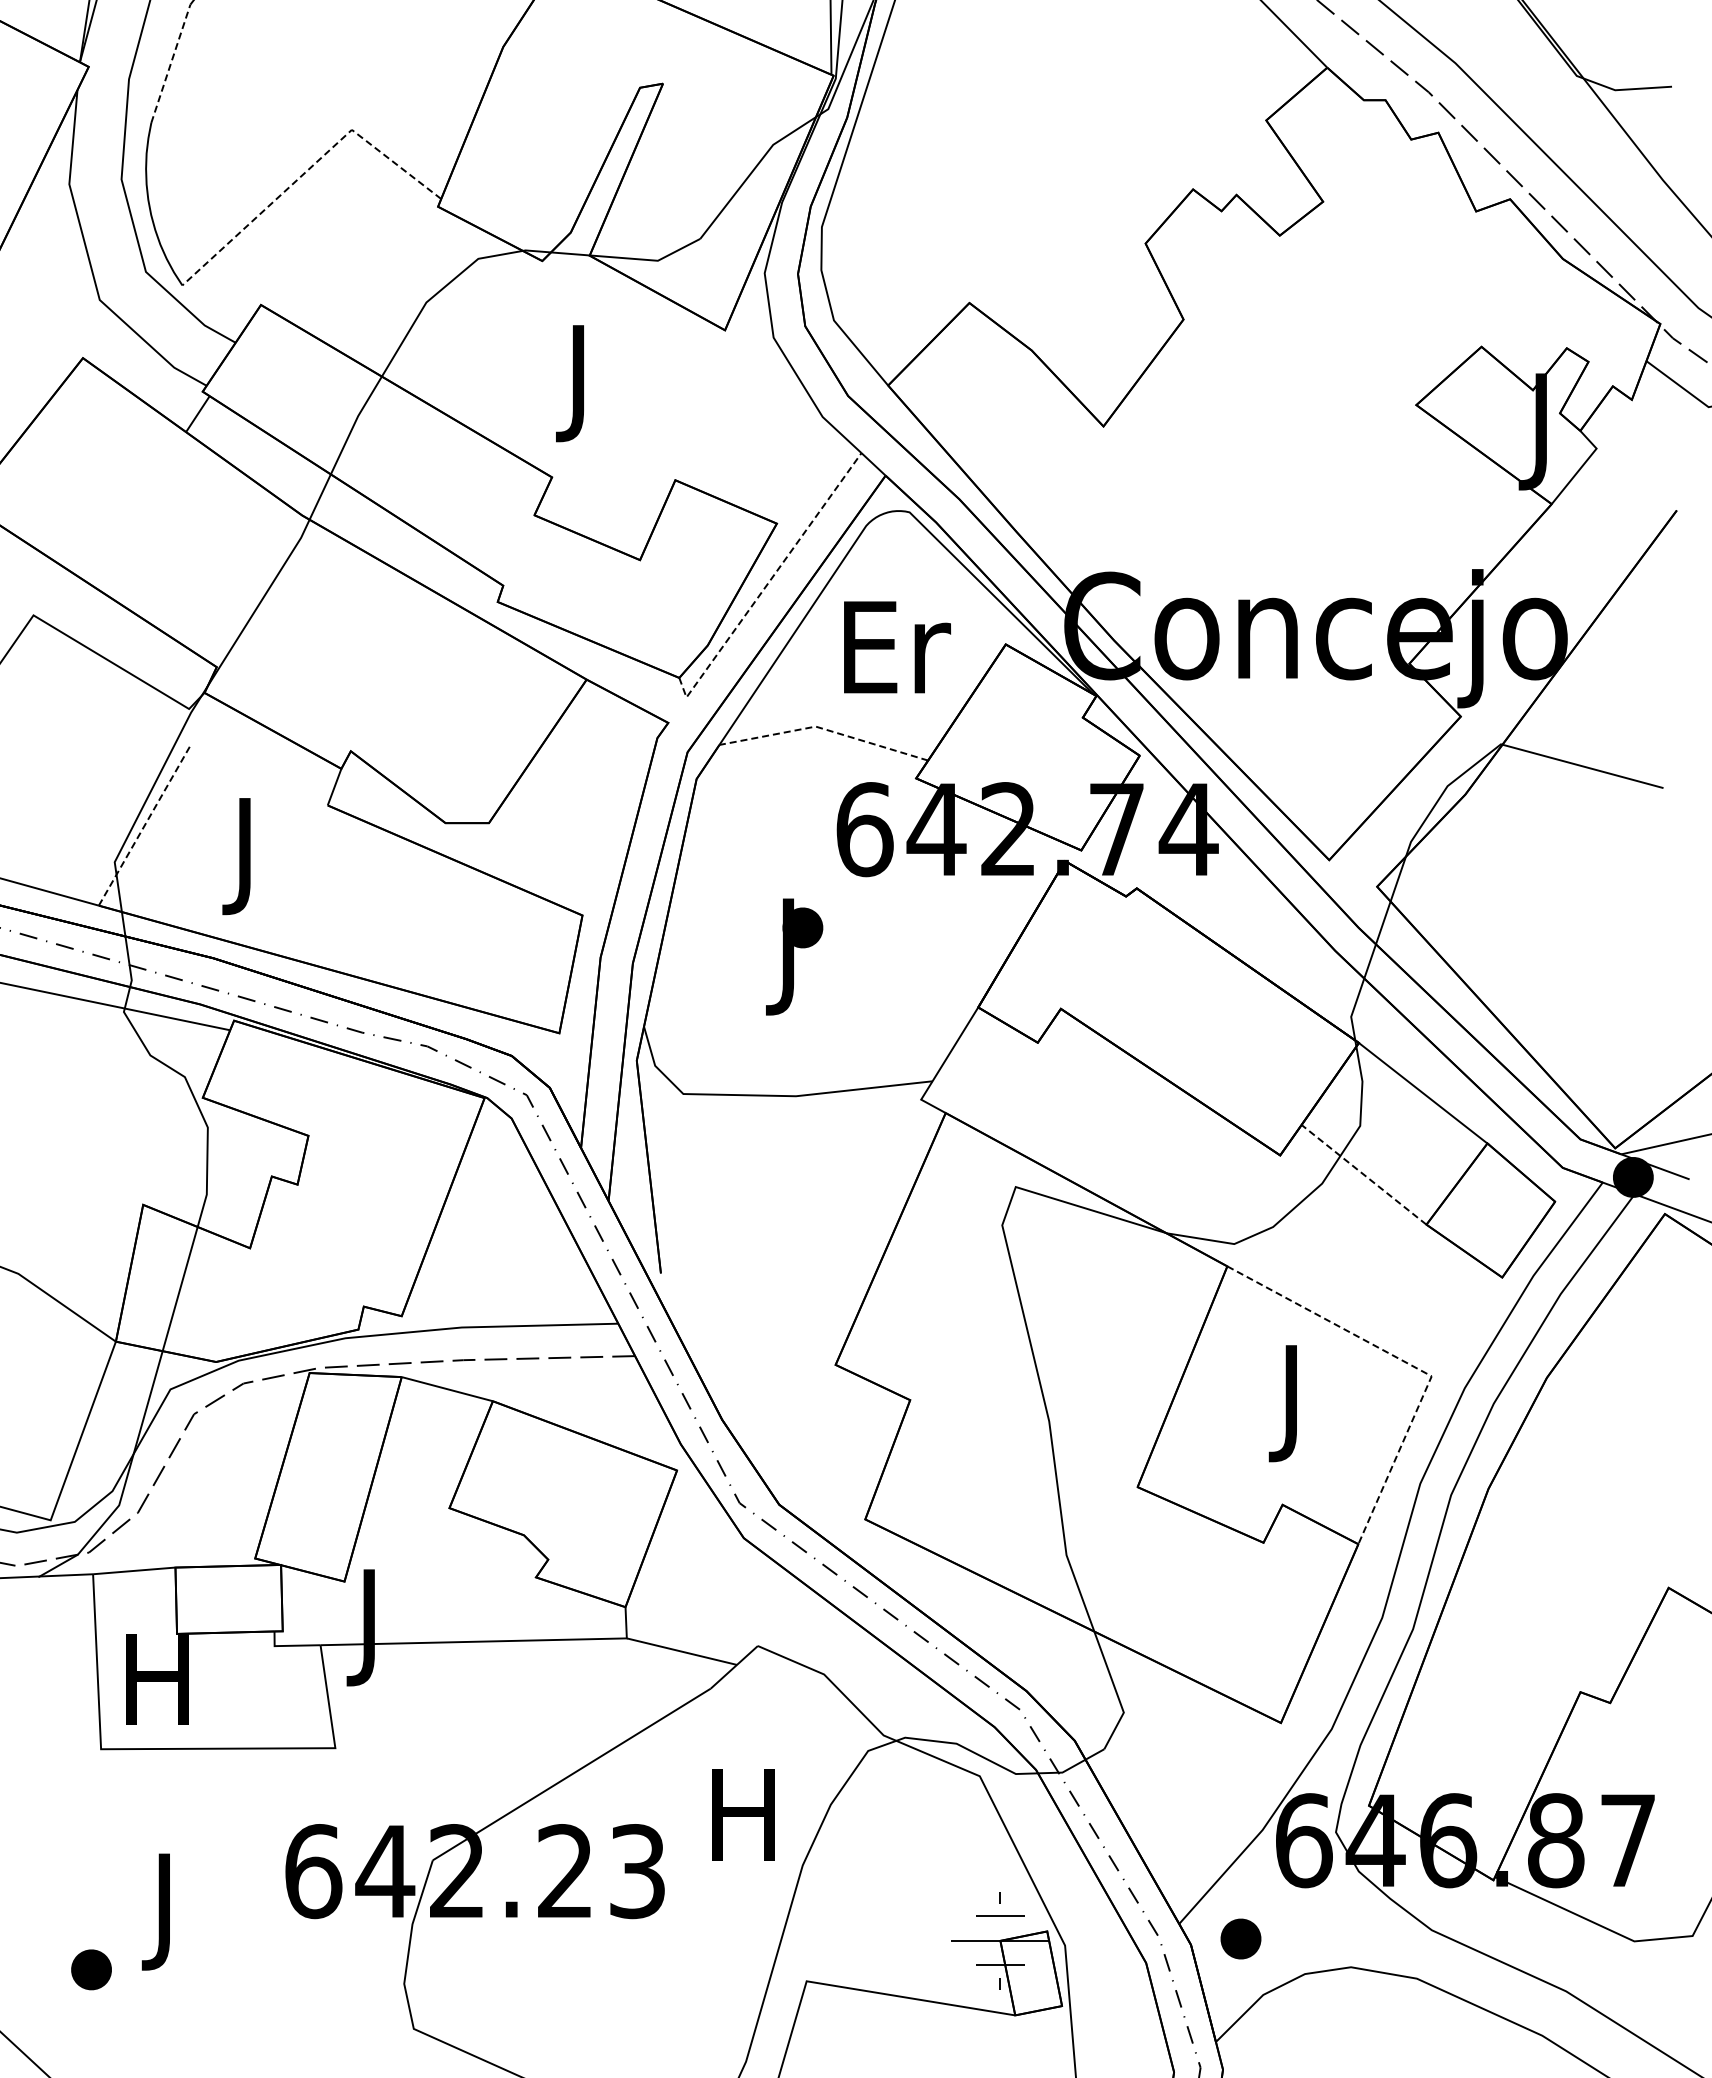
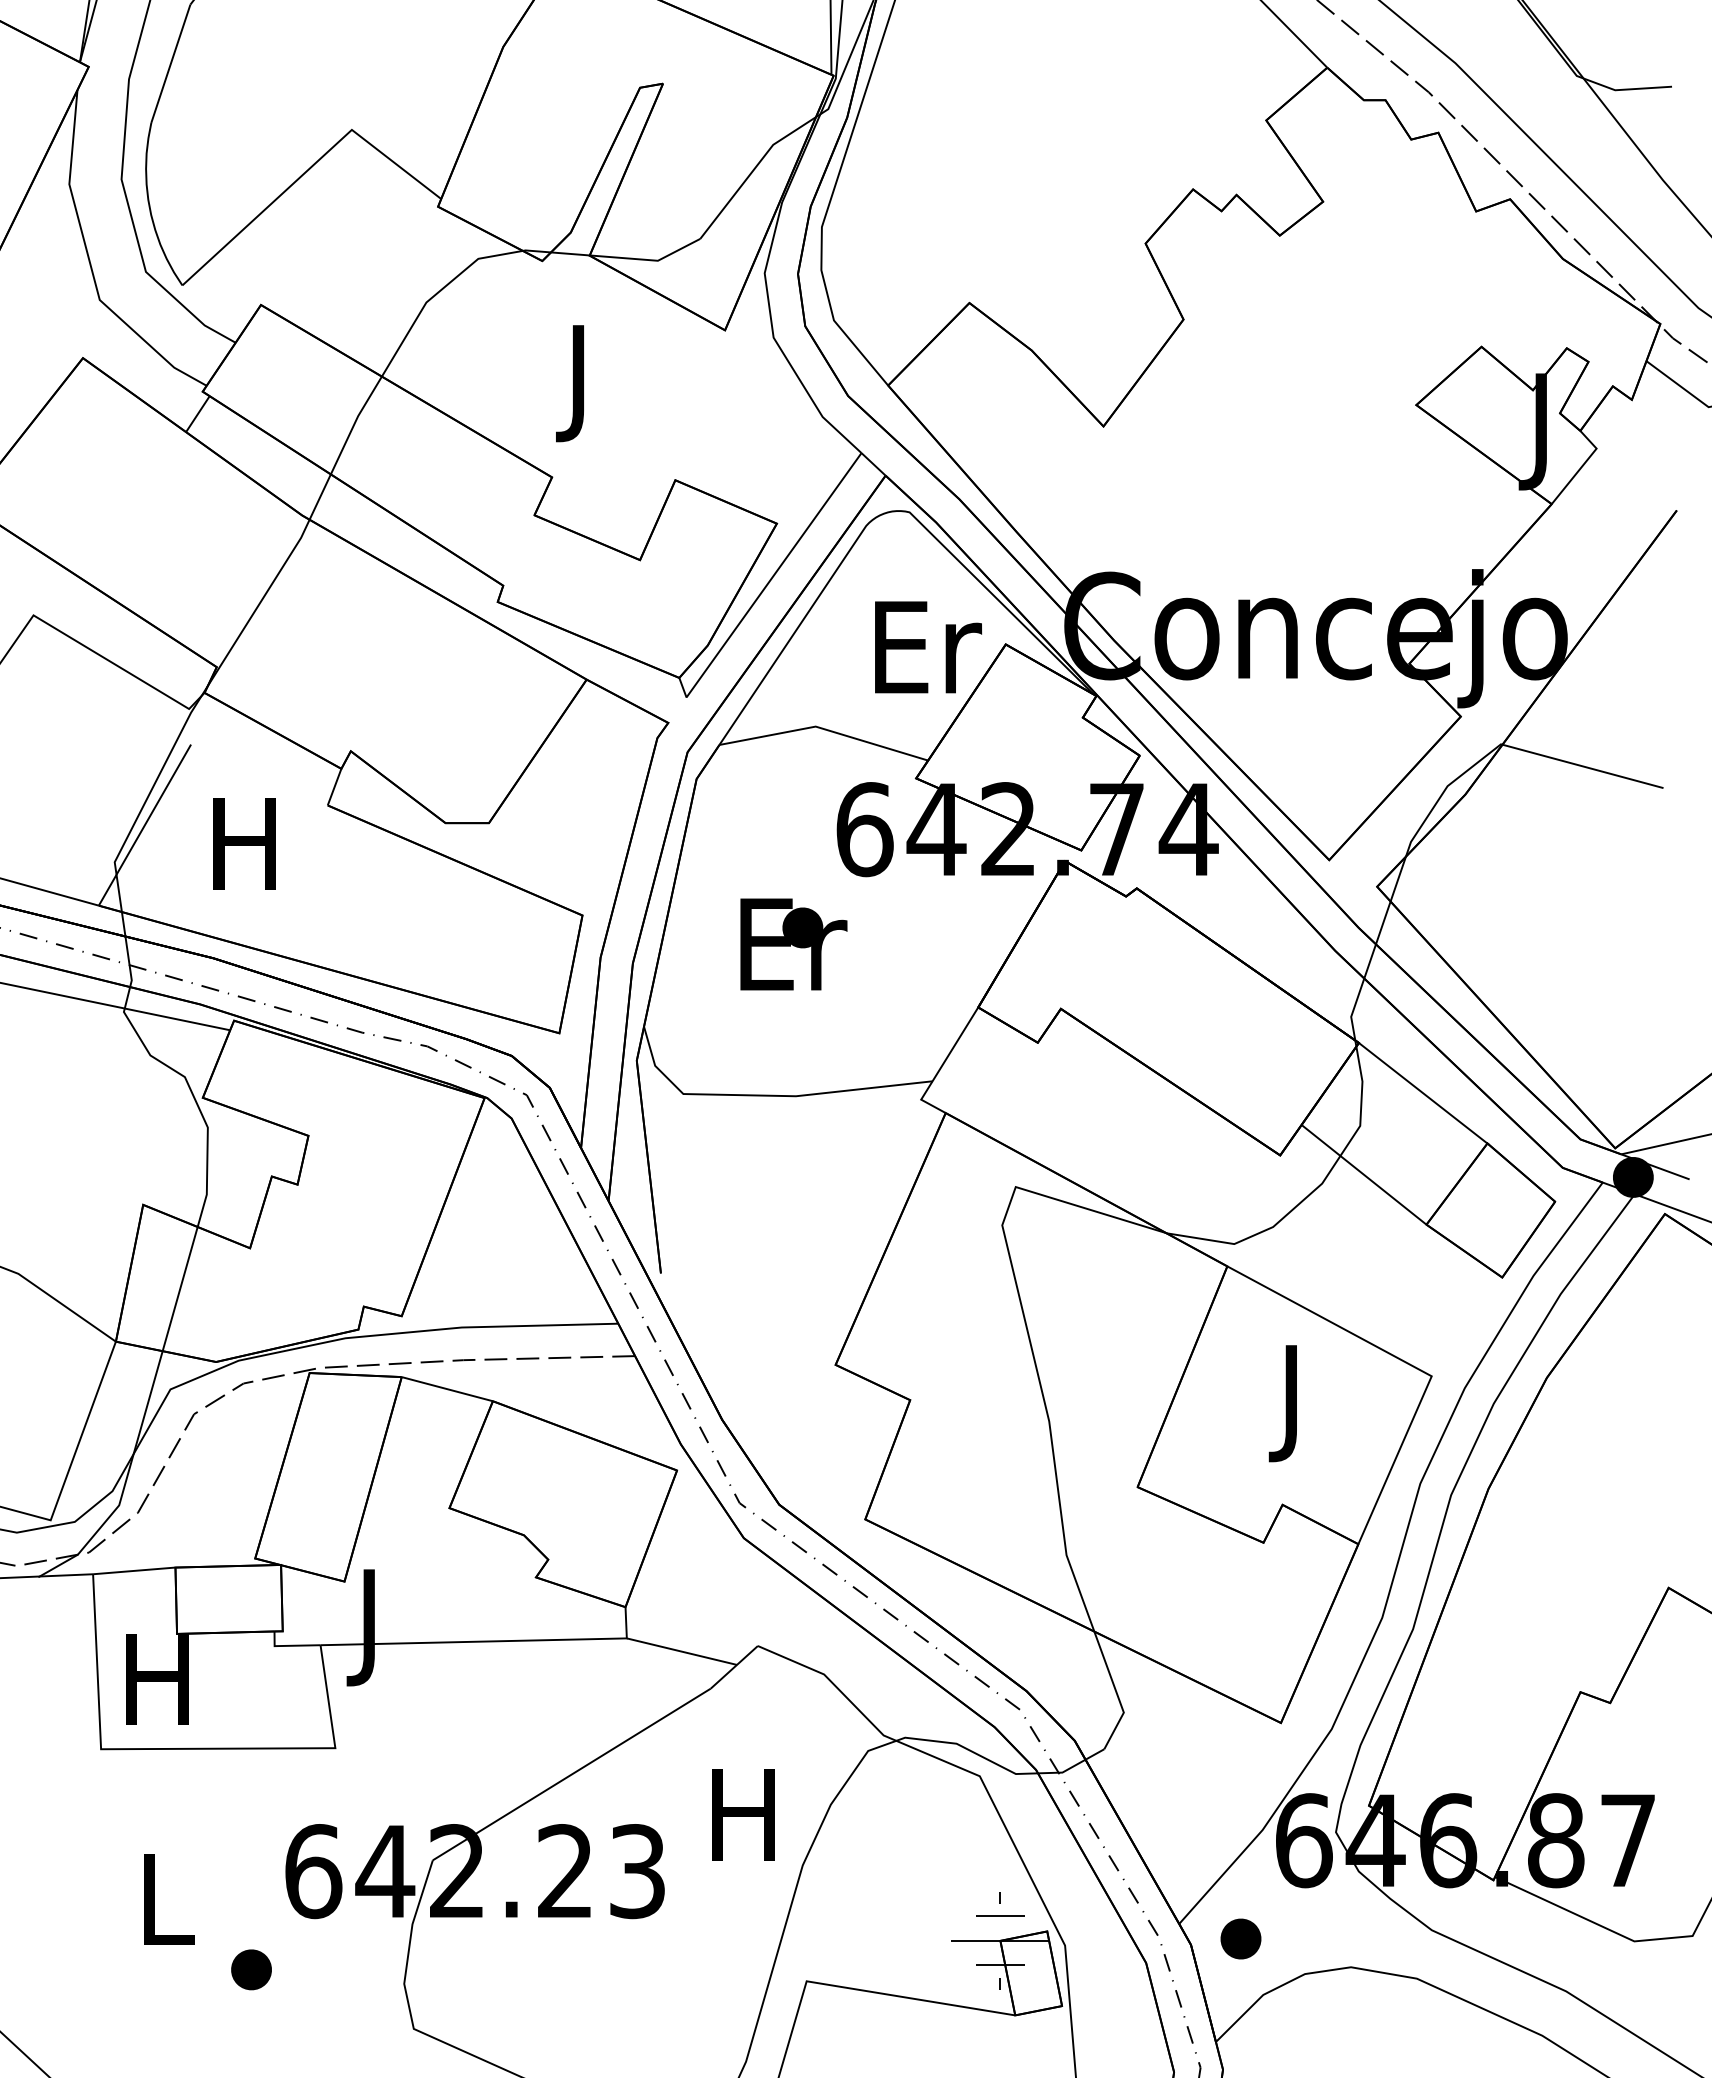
line at (171, 63): dashed -> solid
line at (308, 169): dashed -> solid
line at (767, 583): dashed -> solid
text at (897, 647) position: (897, 647) -> (928, 647)
line at (824, 729): dashed -> solid
line at (144, 825): dashed -> solid
text at (244, 856): J -> H
text at (793, 956): J -> Er
line at (1364, 1174): dashed -> solid
line at (1410, 1364): dashed -> solid
text at (167, 1911): J -> L
part at (91, 1969) position: (91, 1969) -> (251, 1969)
